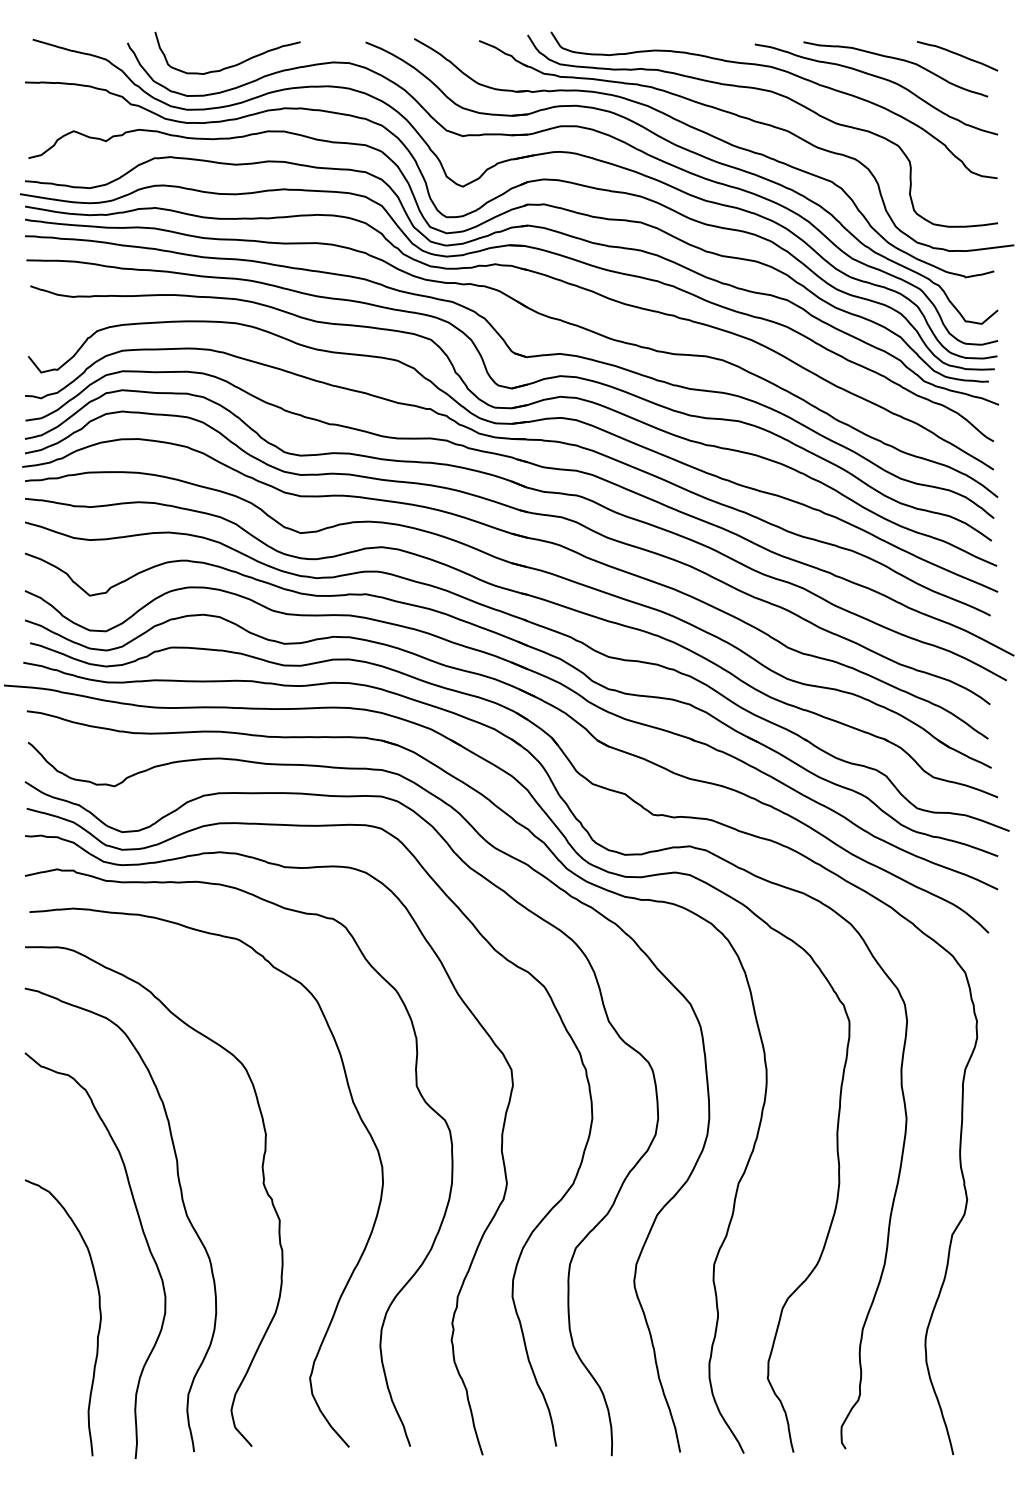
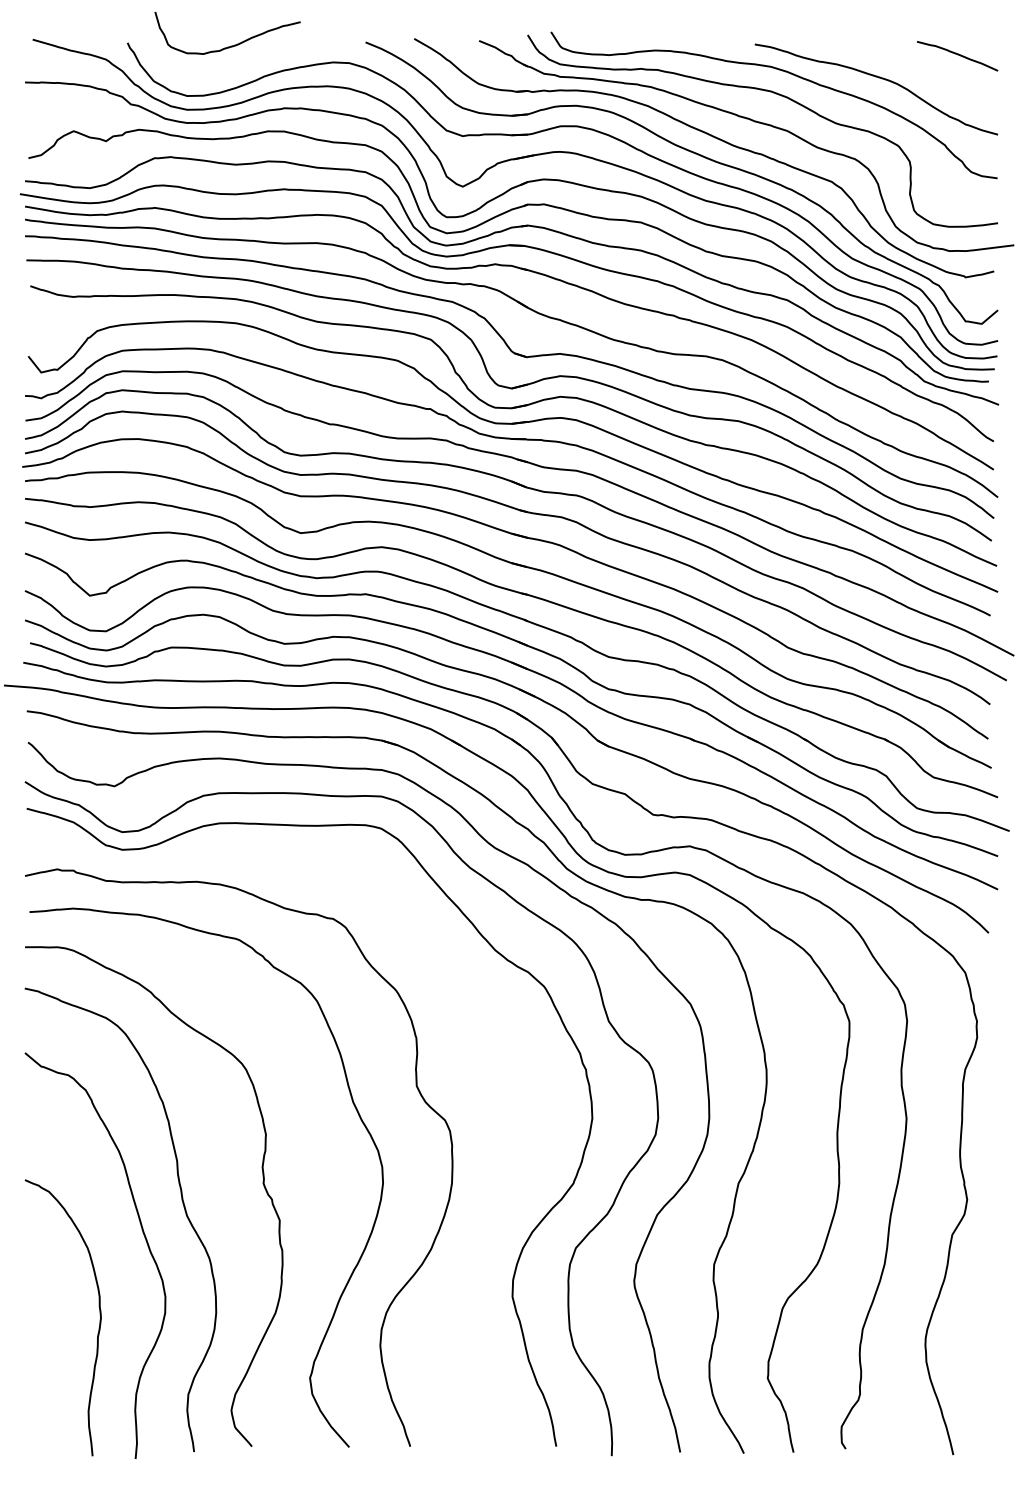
curve at (899, 60): present -> none
curve at (231, 65) position: (231, 65) -> (231, 45)
curve at (478, 1242): present -> none
